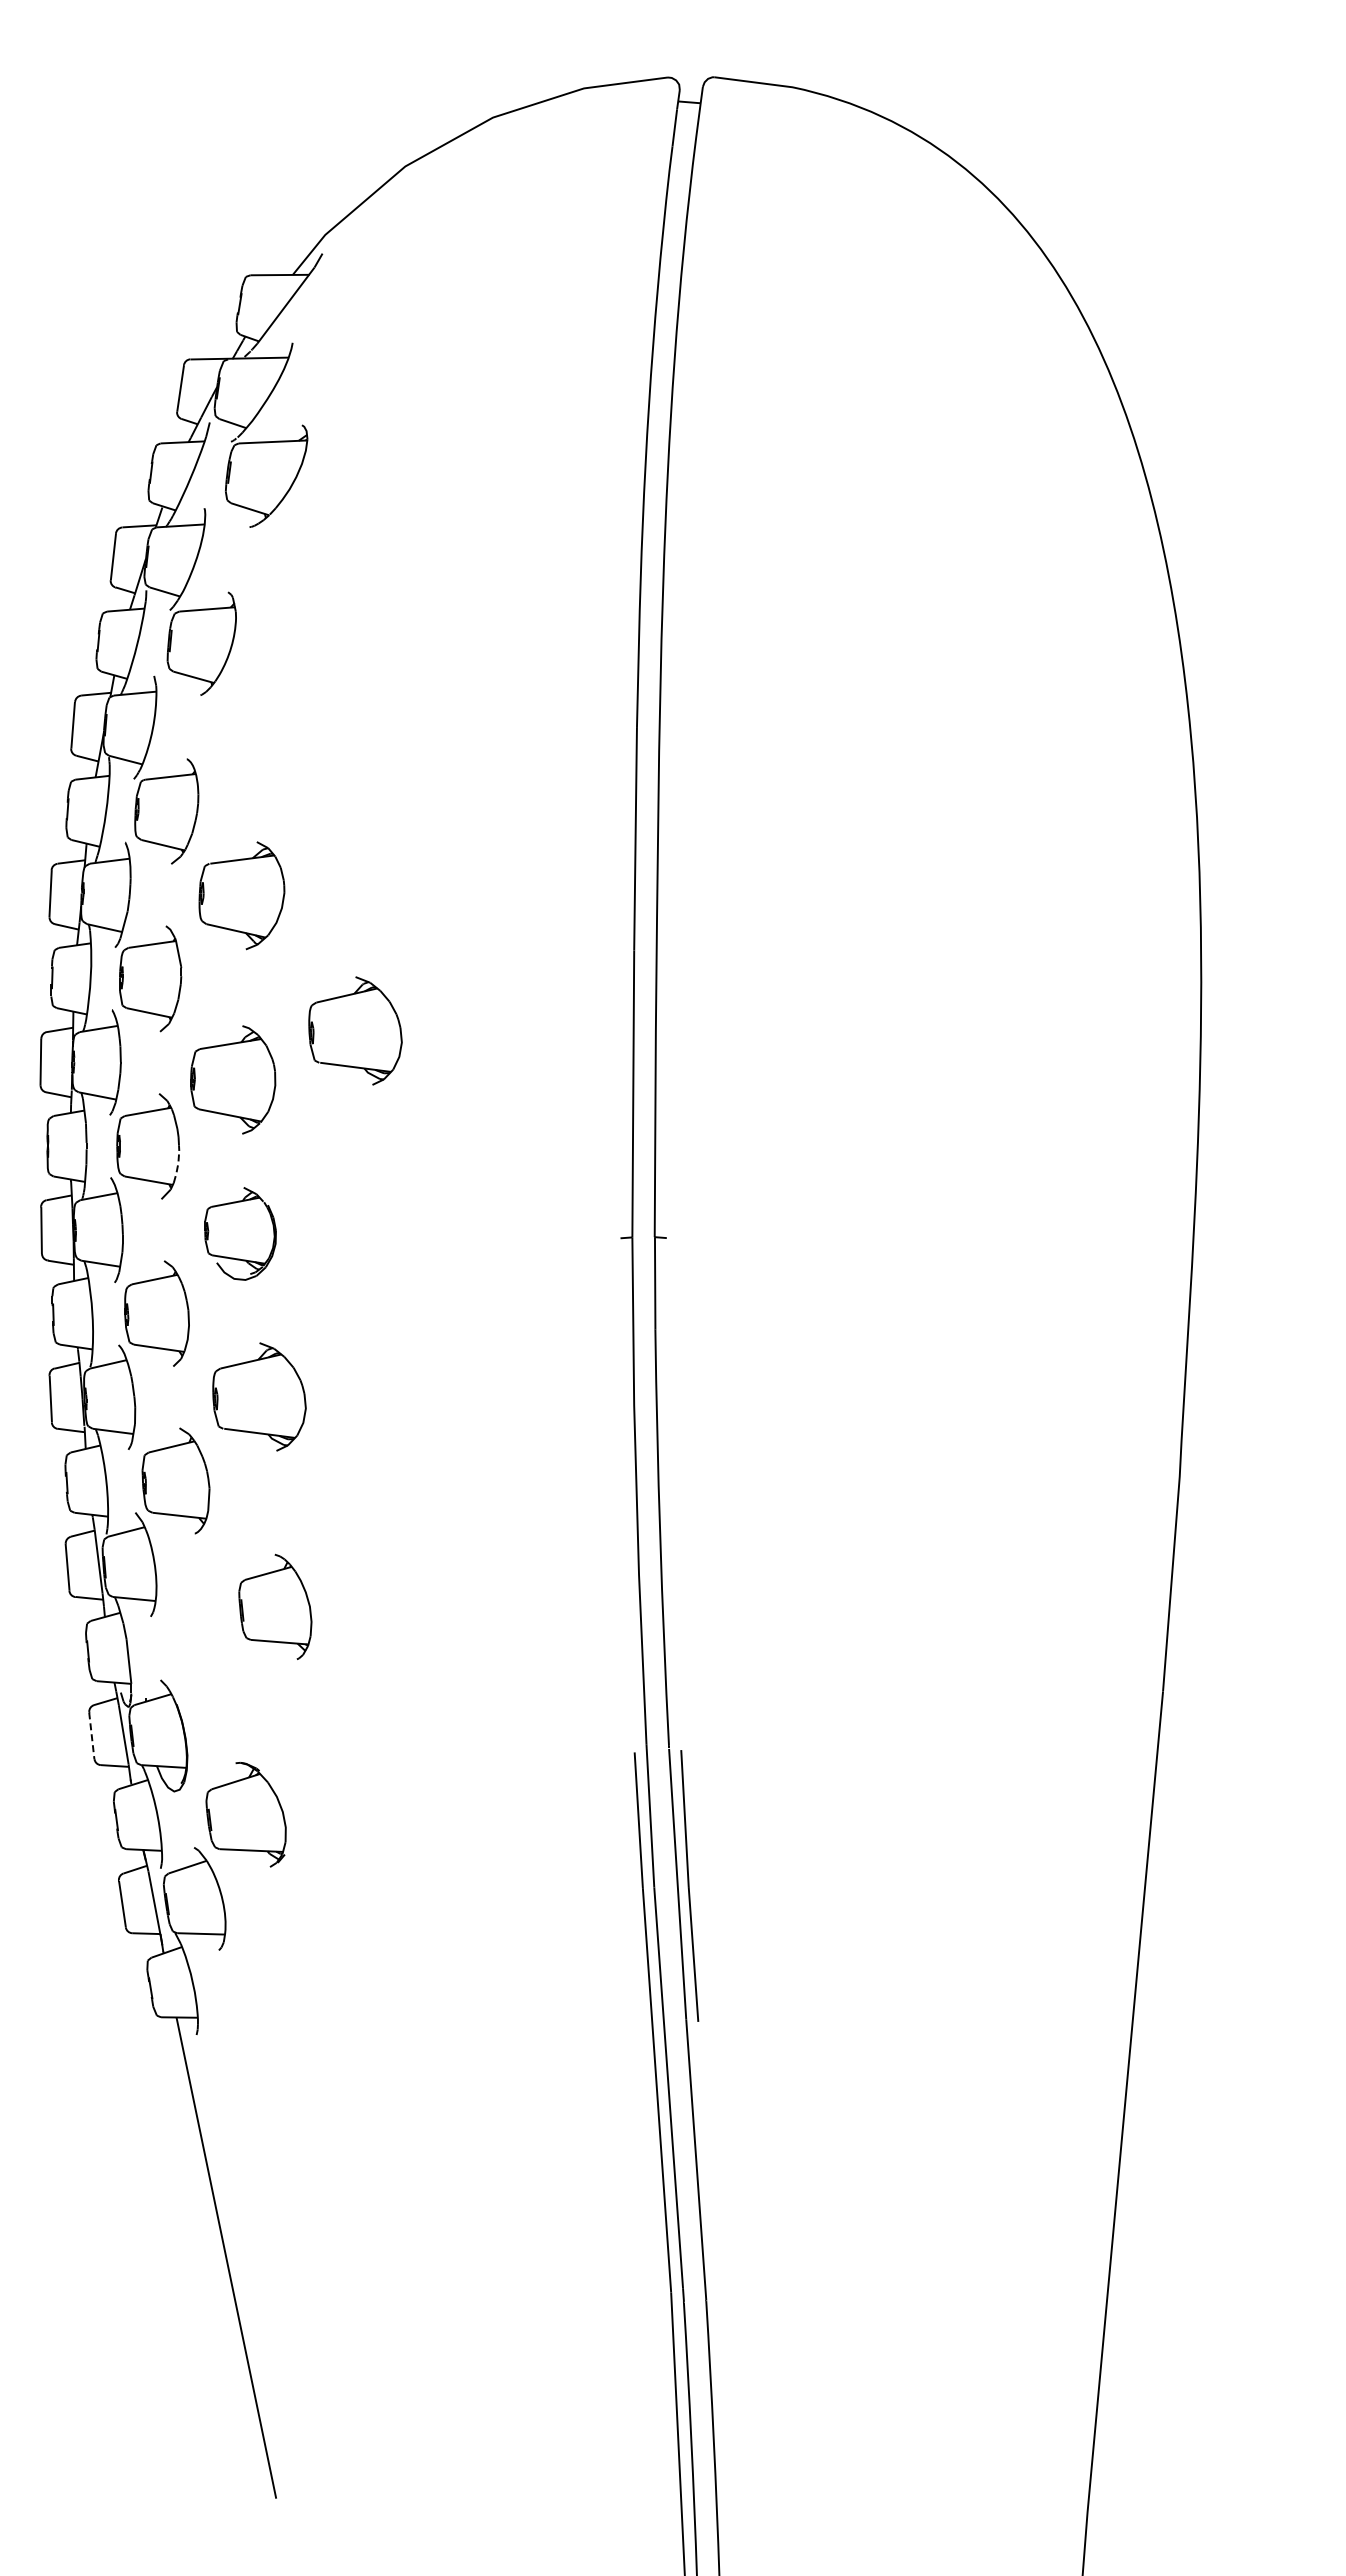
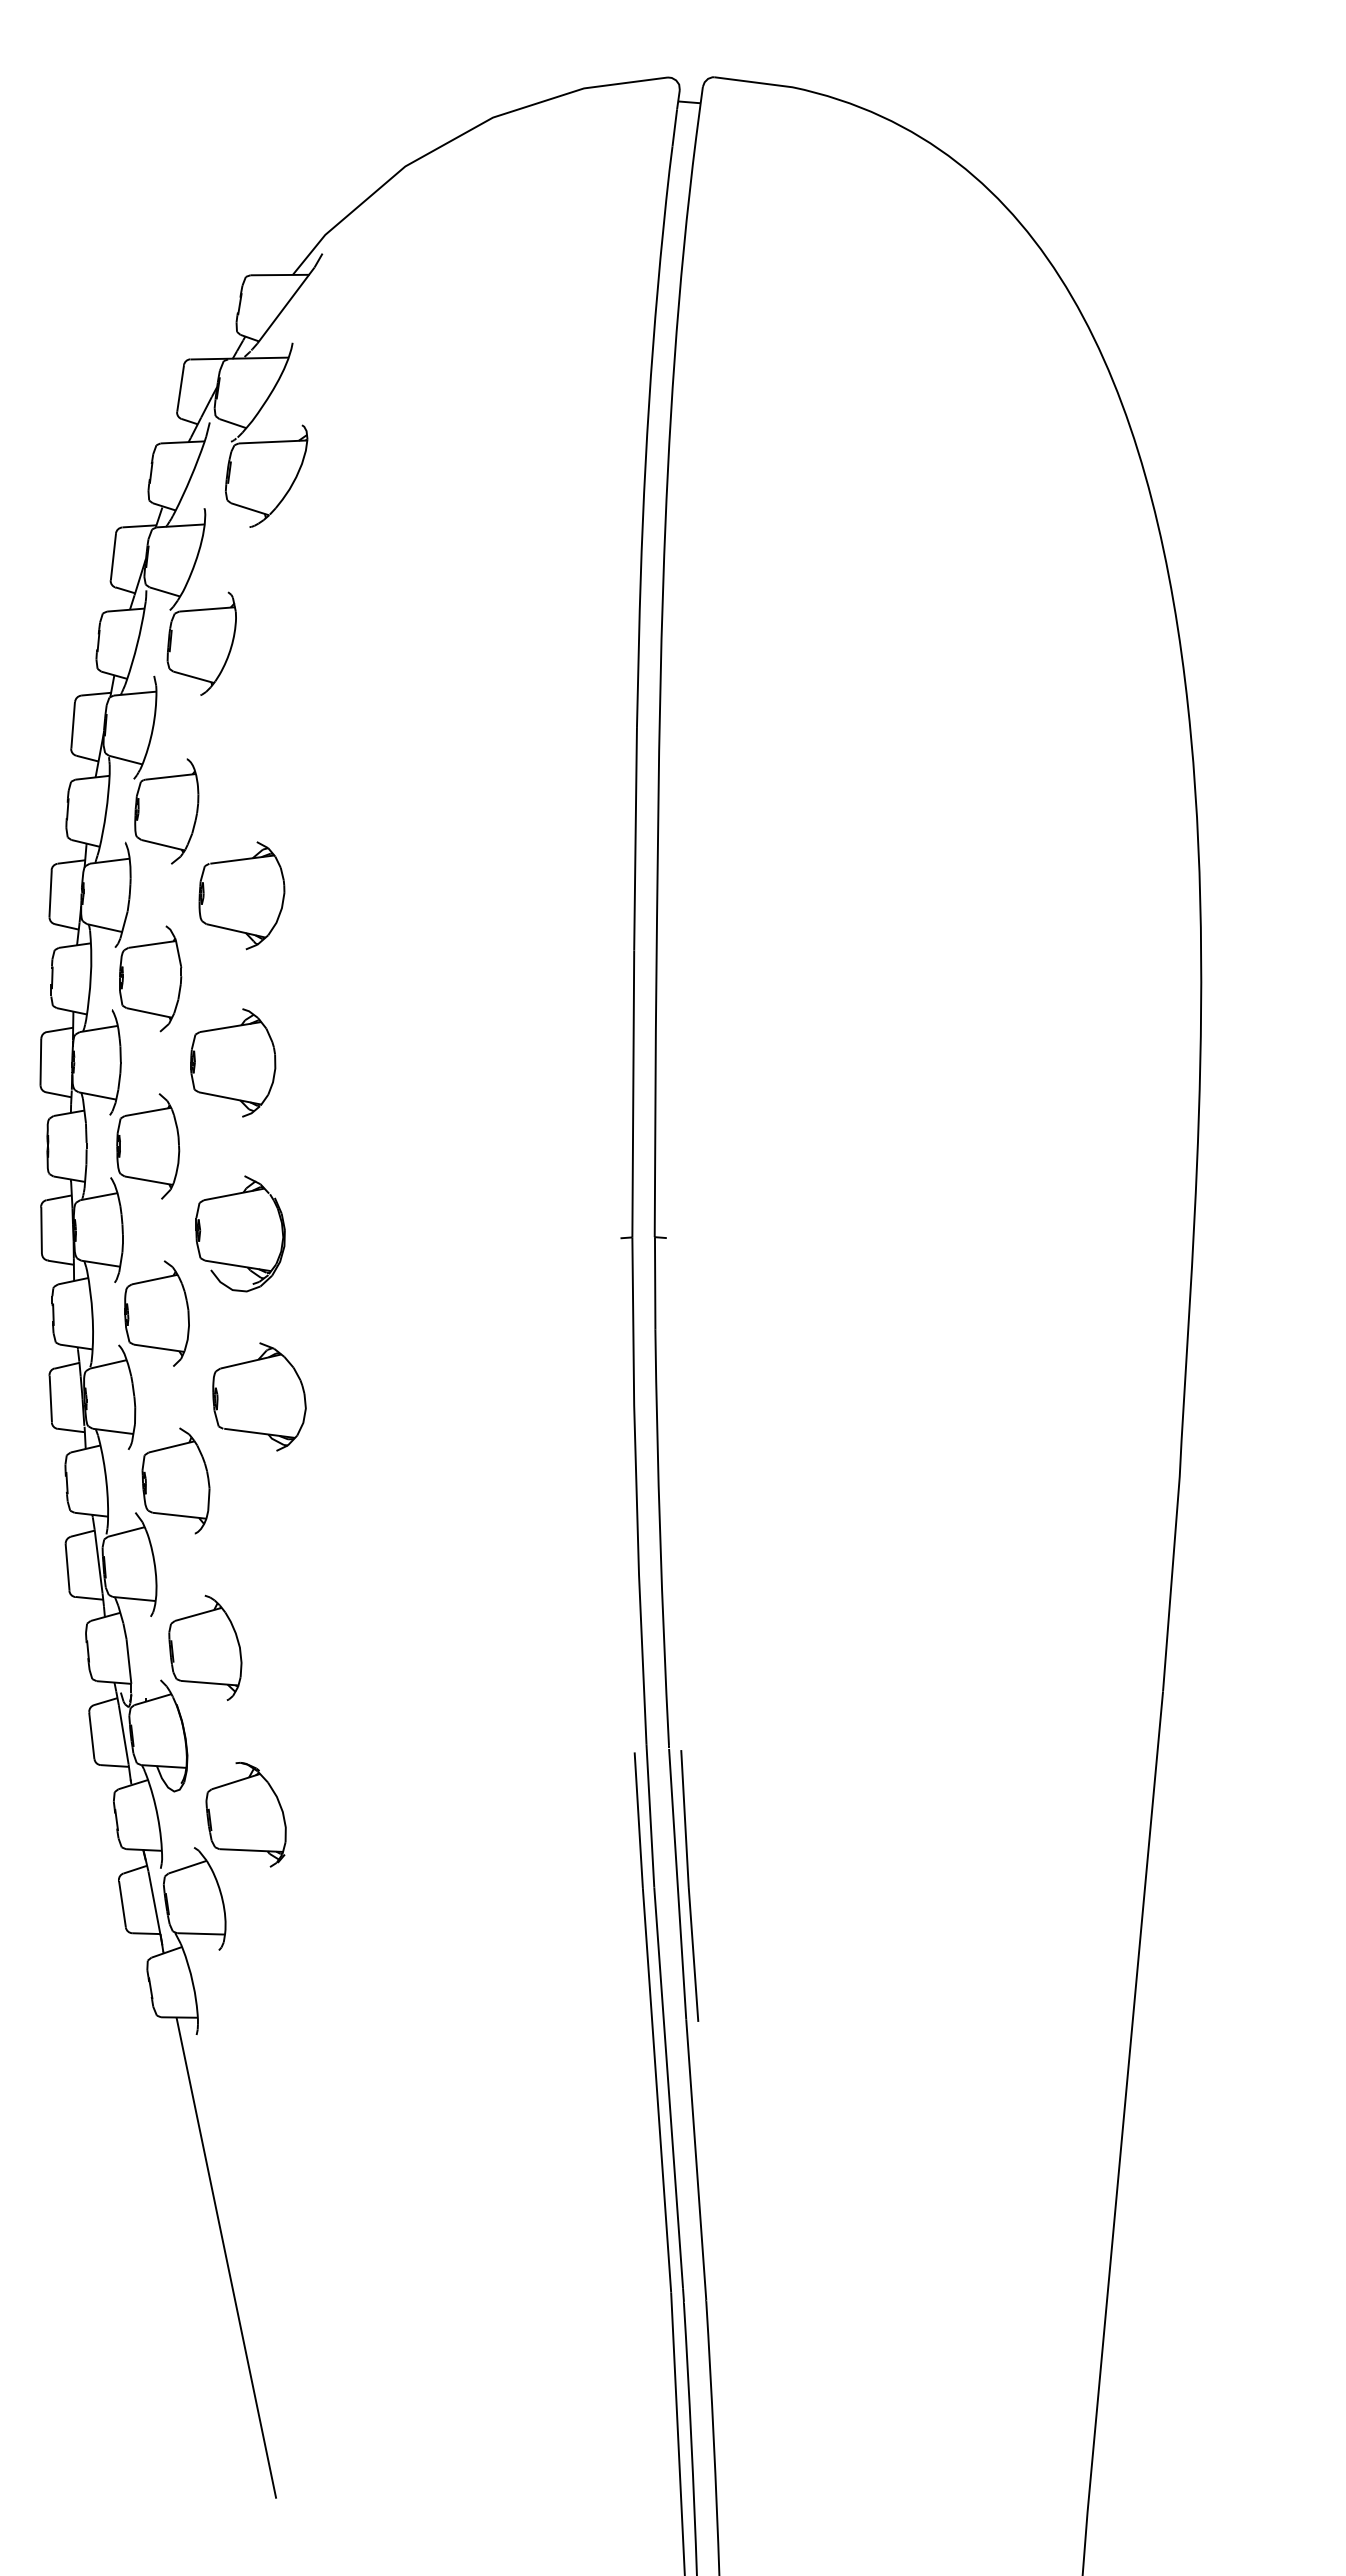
part at (355, 1030): present -> none
part at (233, 1079) position: (233, 1079) -> (233, 1062)
line at (177, 1167): dashed -> solid
part at (240, 1233) size: 73x94 px -> 91x118 px
part at (275, 1606) position: (275, 1606) -> (205, 1647)
line at (91, 1735): dashed -> solid
